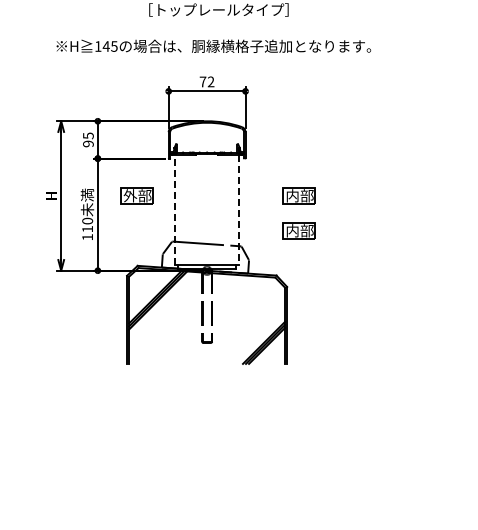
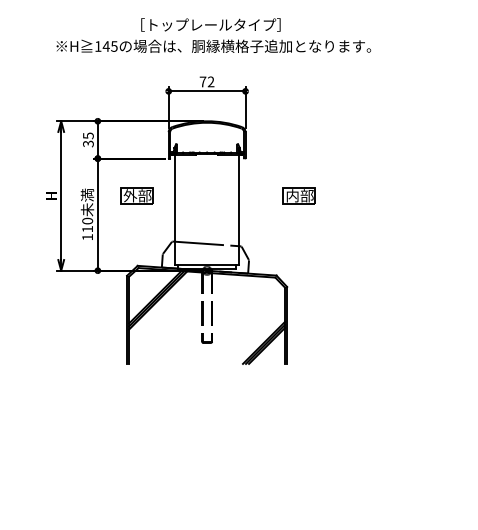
text at (218, 9) position: (218, 9) -> (210, 24)
text at (88, 143): 95 -> 35
line at (175, 209): dashed -> solid
line at (239, 210): dashed -> solid
part at (298, 230): present -> none
